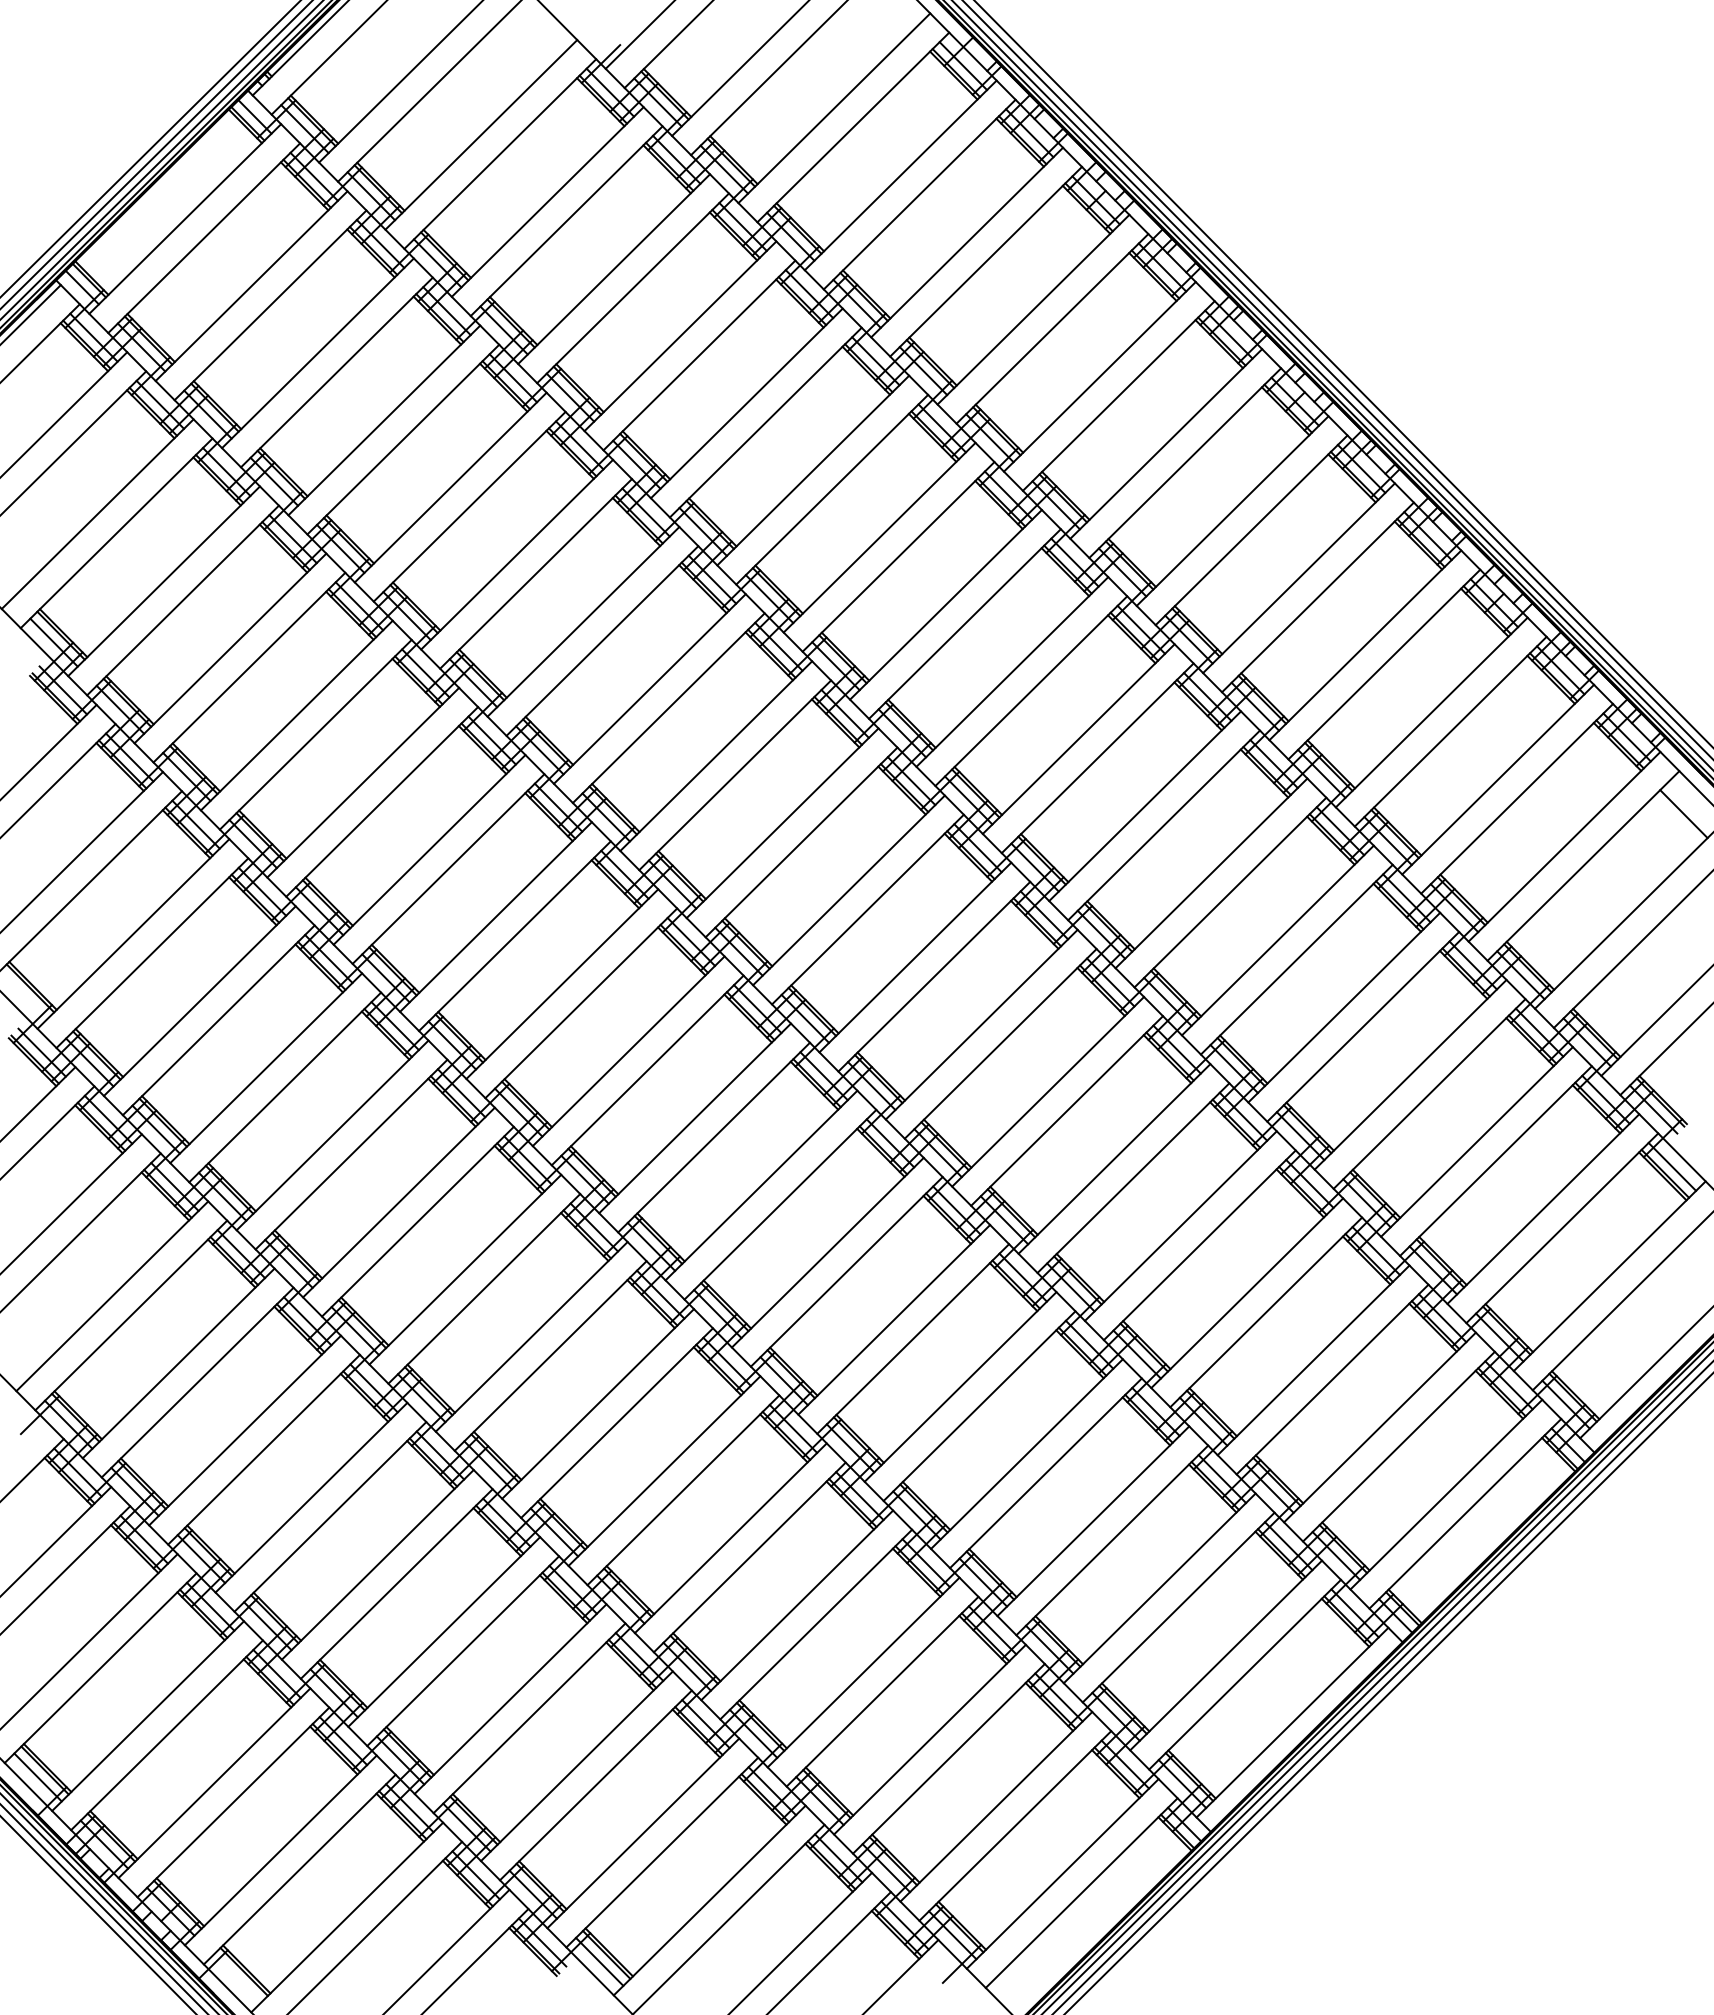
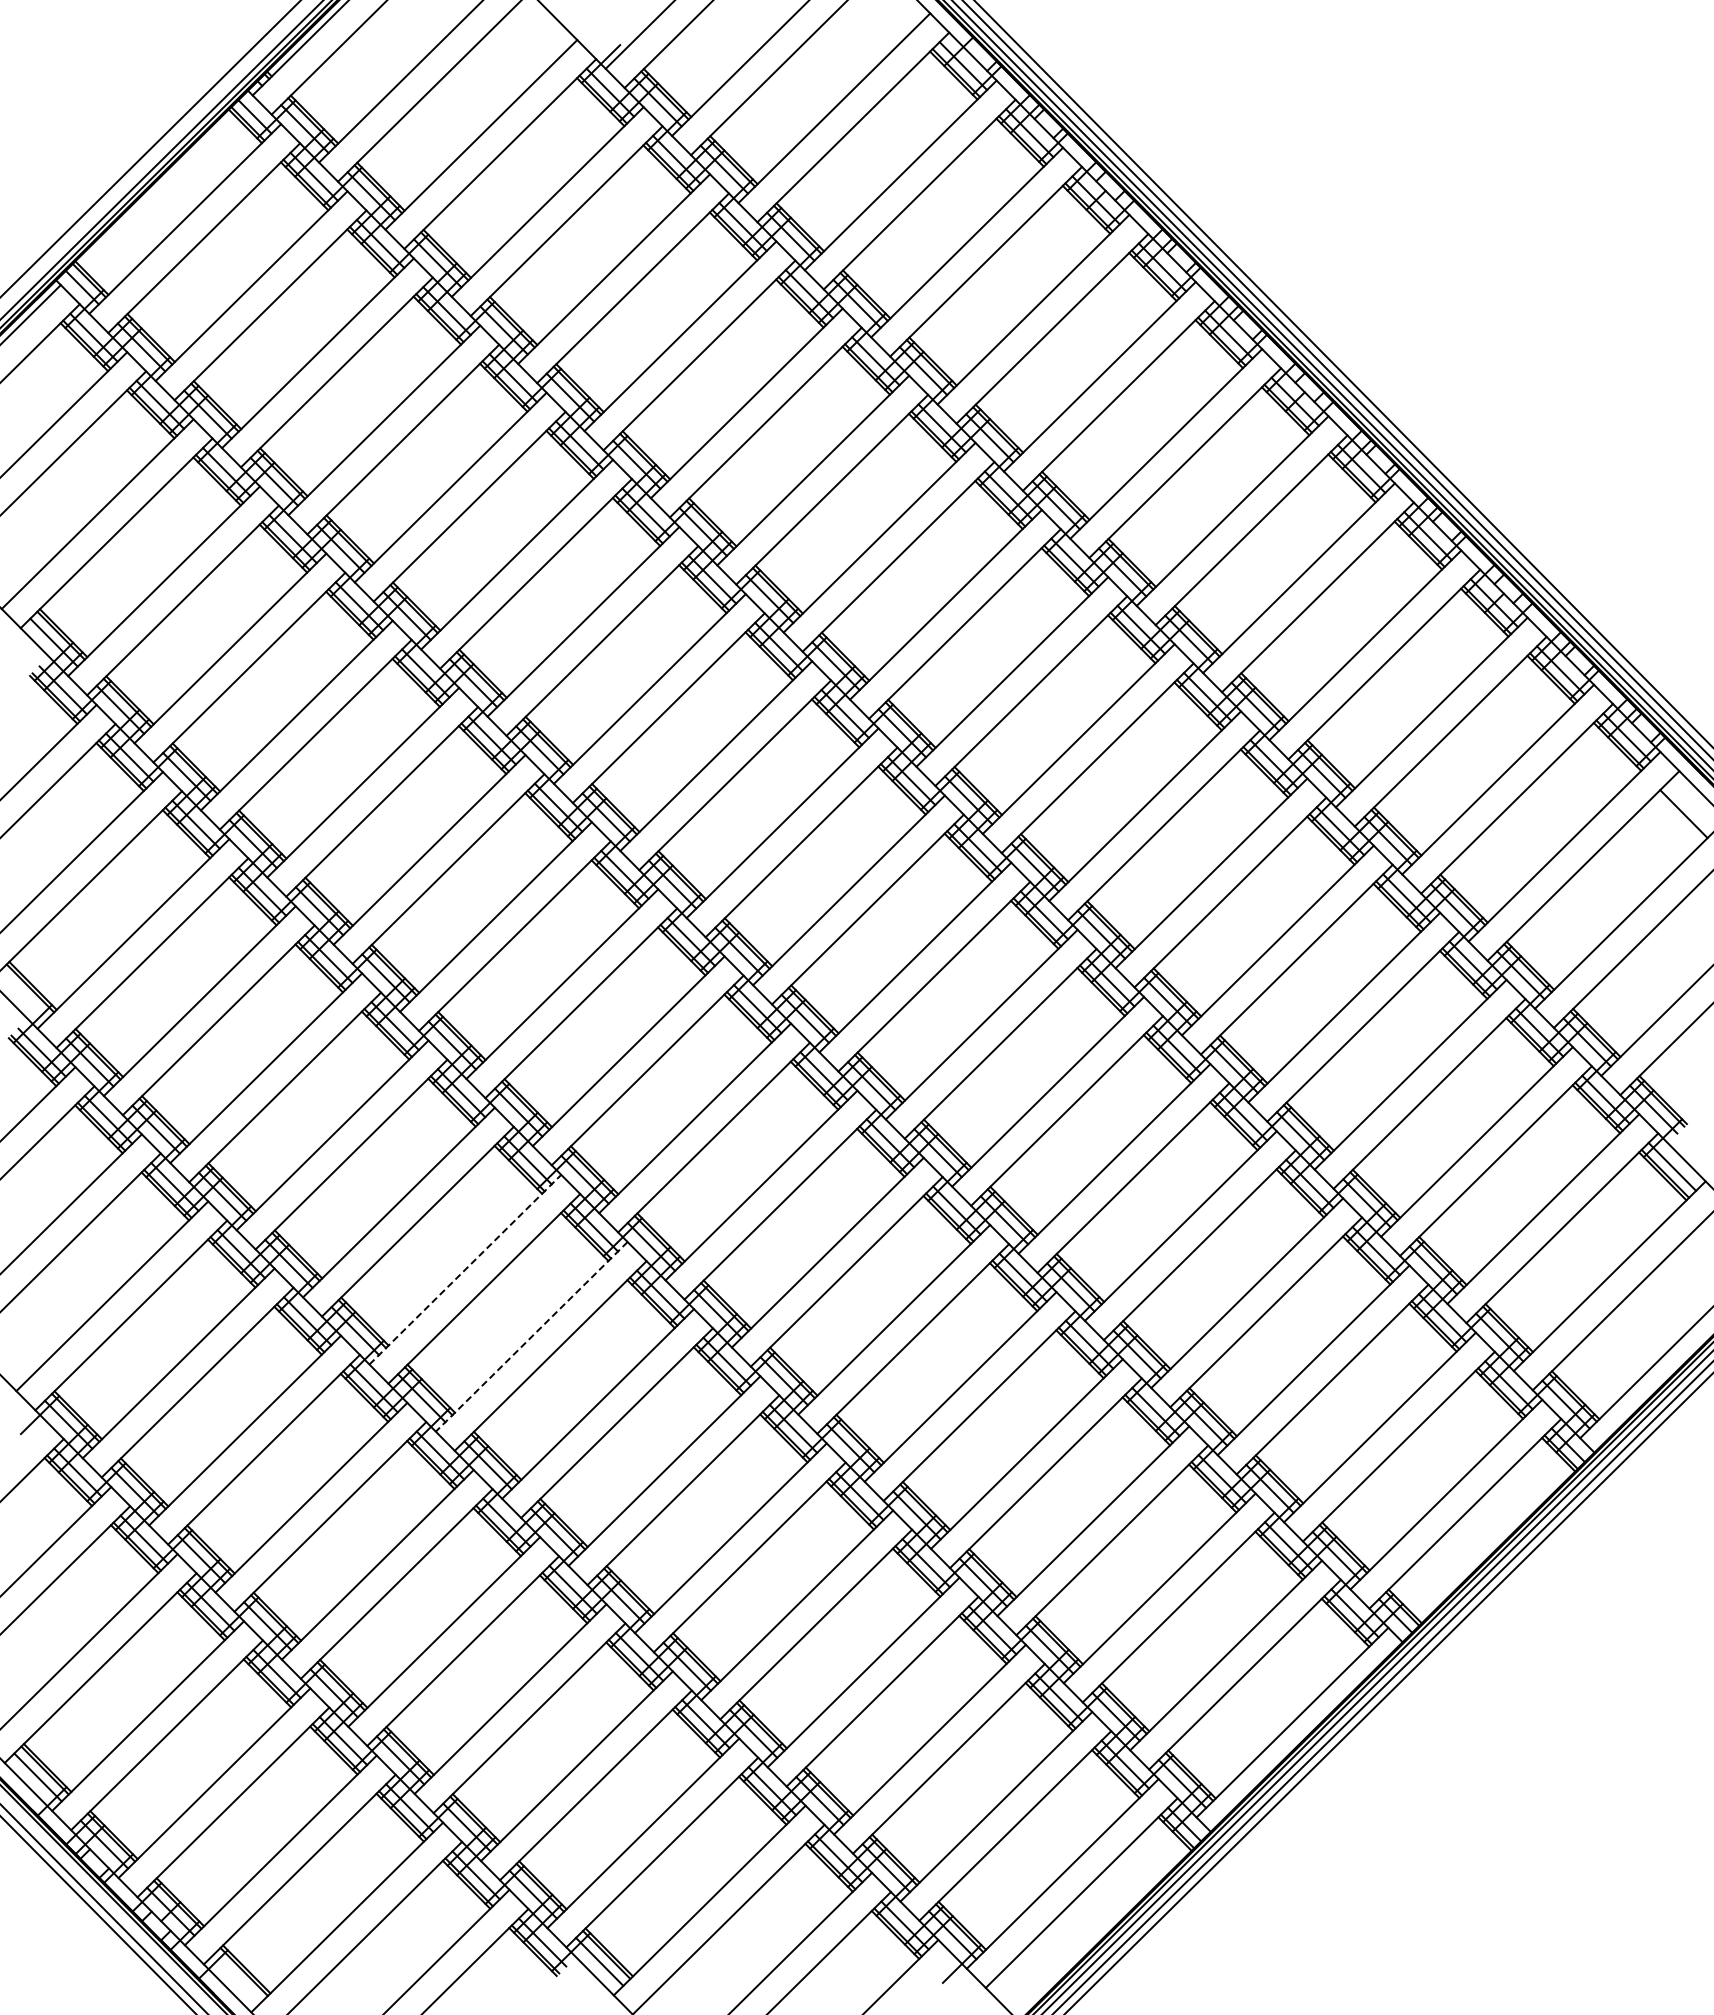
line at (156, 154): present -> none
line at (465, 1269): solid -> dashed
line at (531, 1336): solid -> dashed
line at (108, 1903): present -> none
